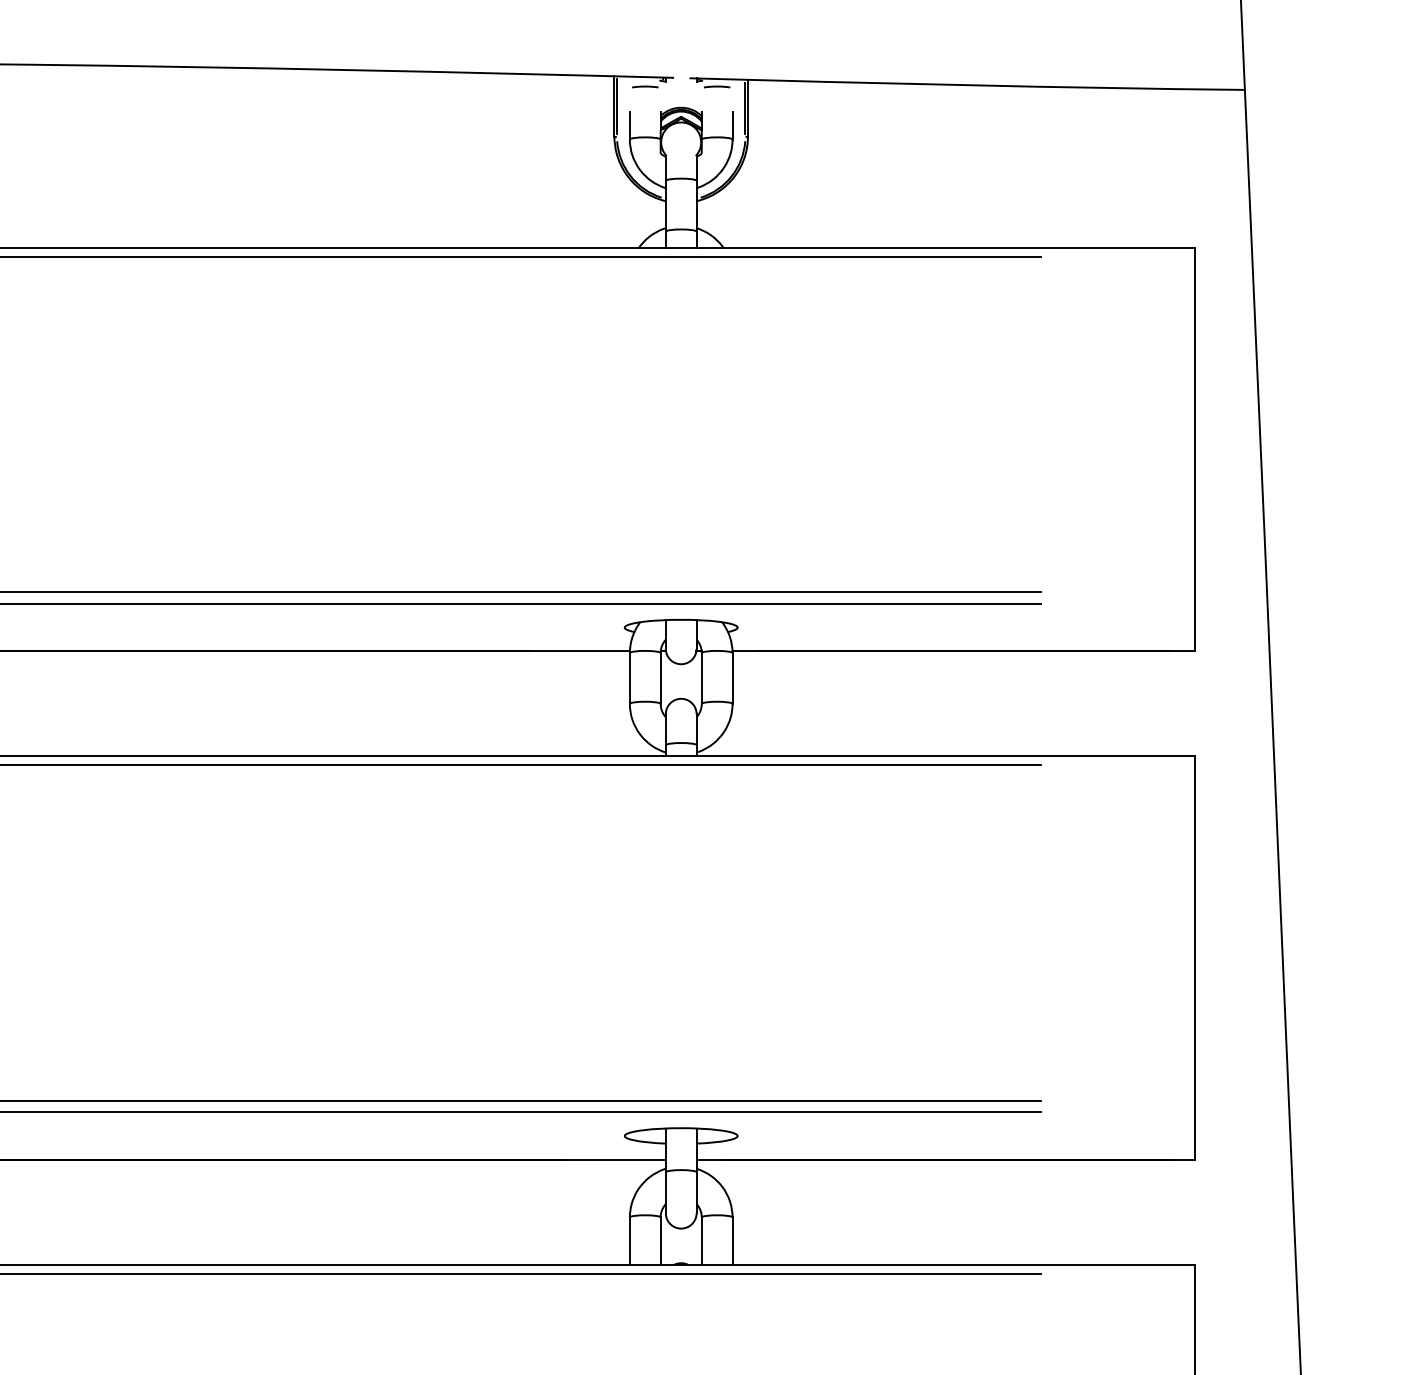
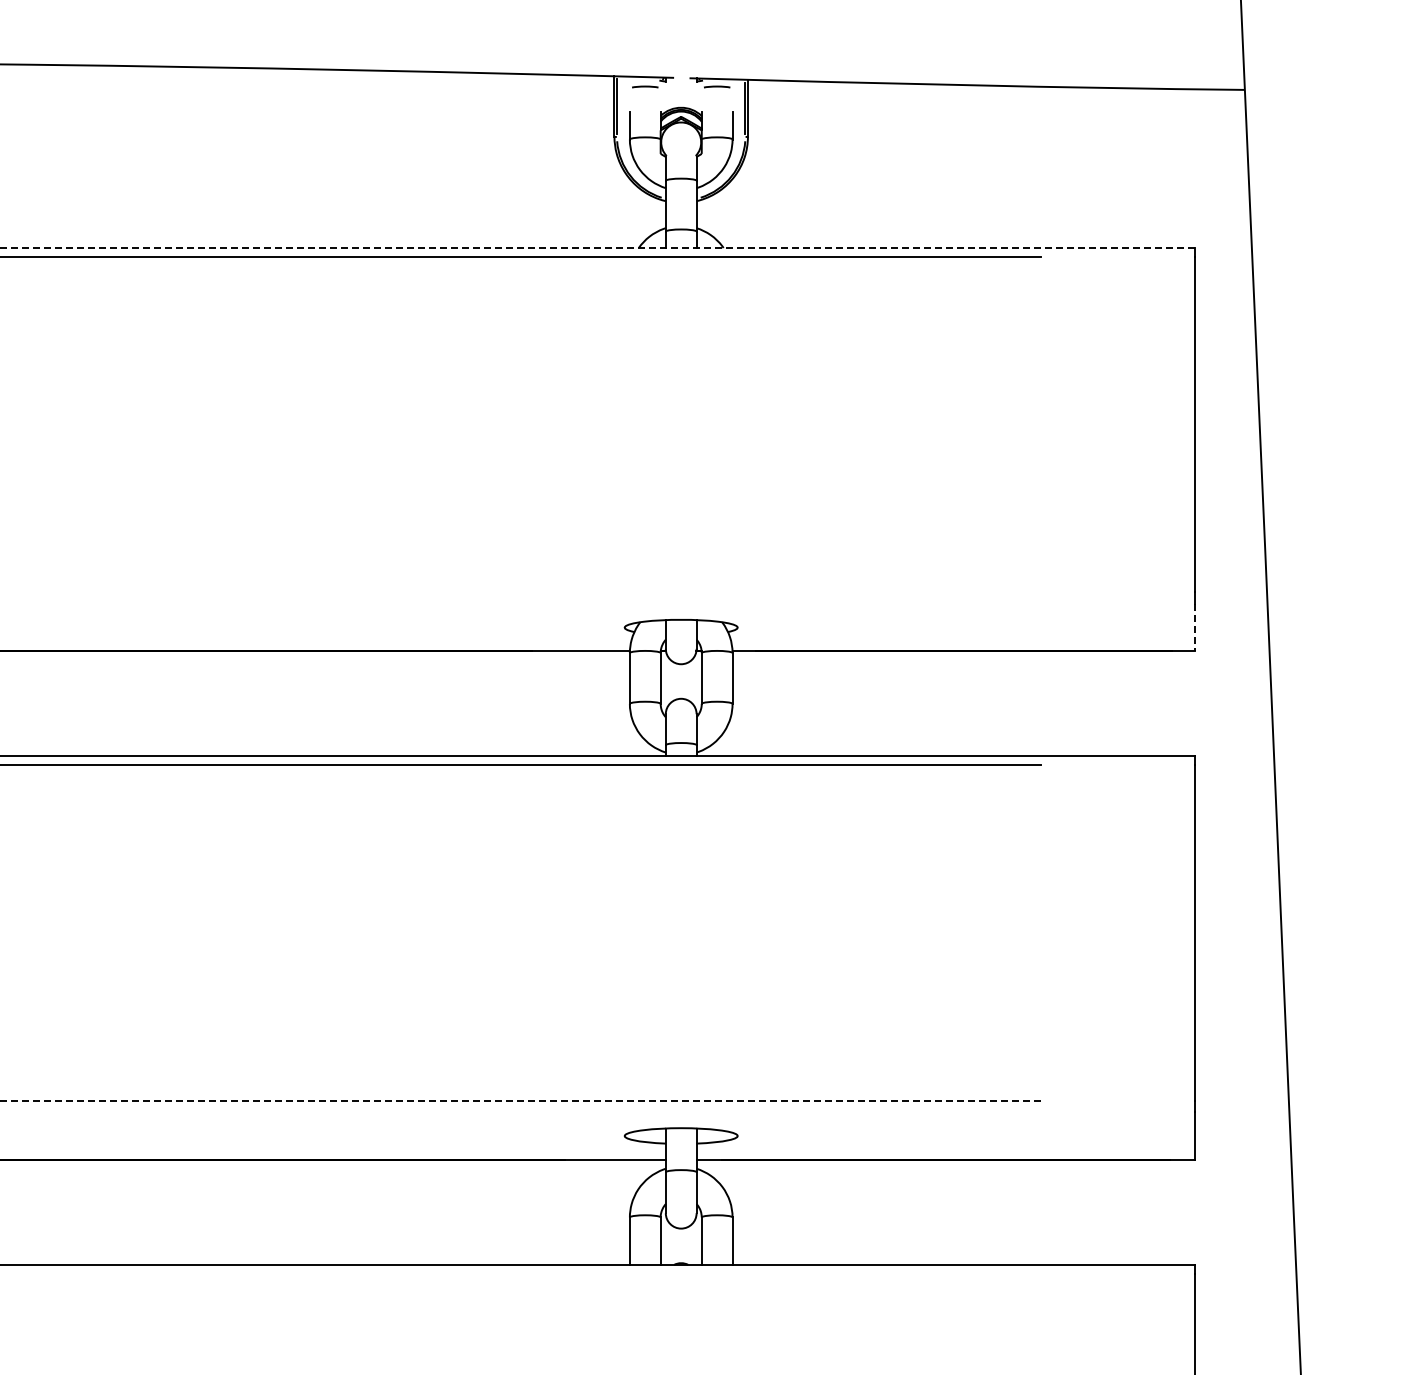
line at (597, 248): solid -> dashed
line at (521, 592): present -> none
line at (521, 604): present -> none
line at (1194, 627): solid -> dashed
line at (520, 1100): solid -> dashed
line at (521, 1112): present -> none
line at (521, 1273): present -> none
